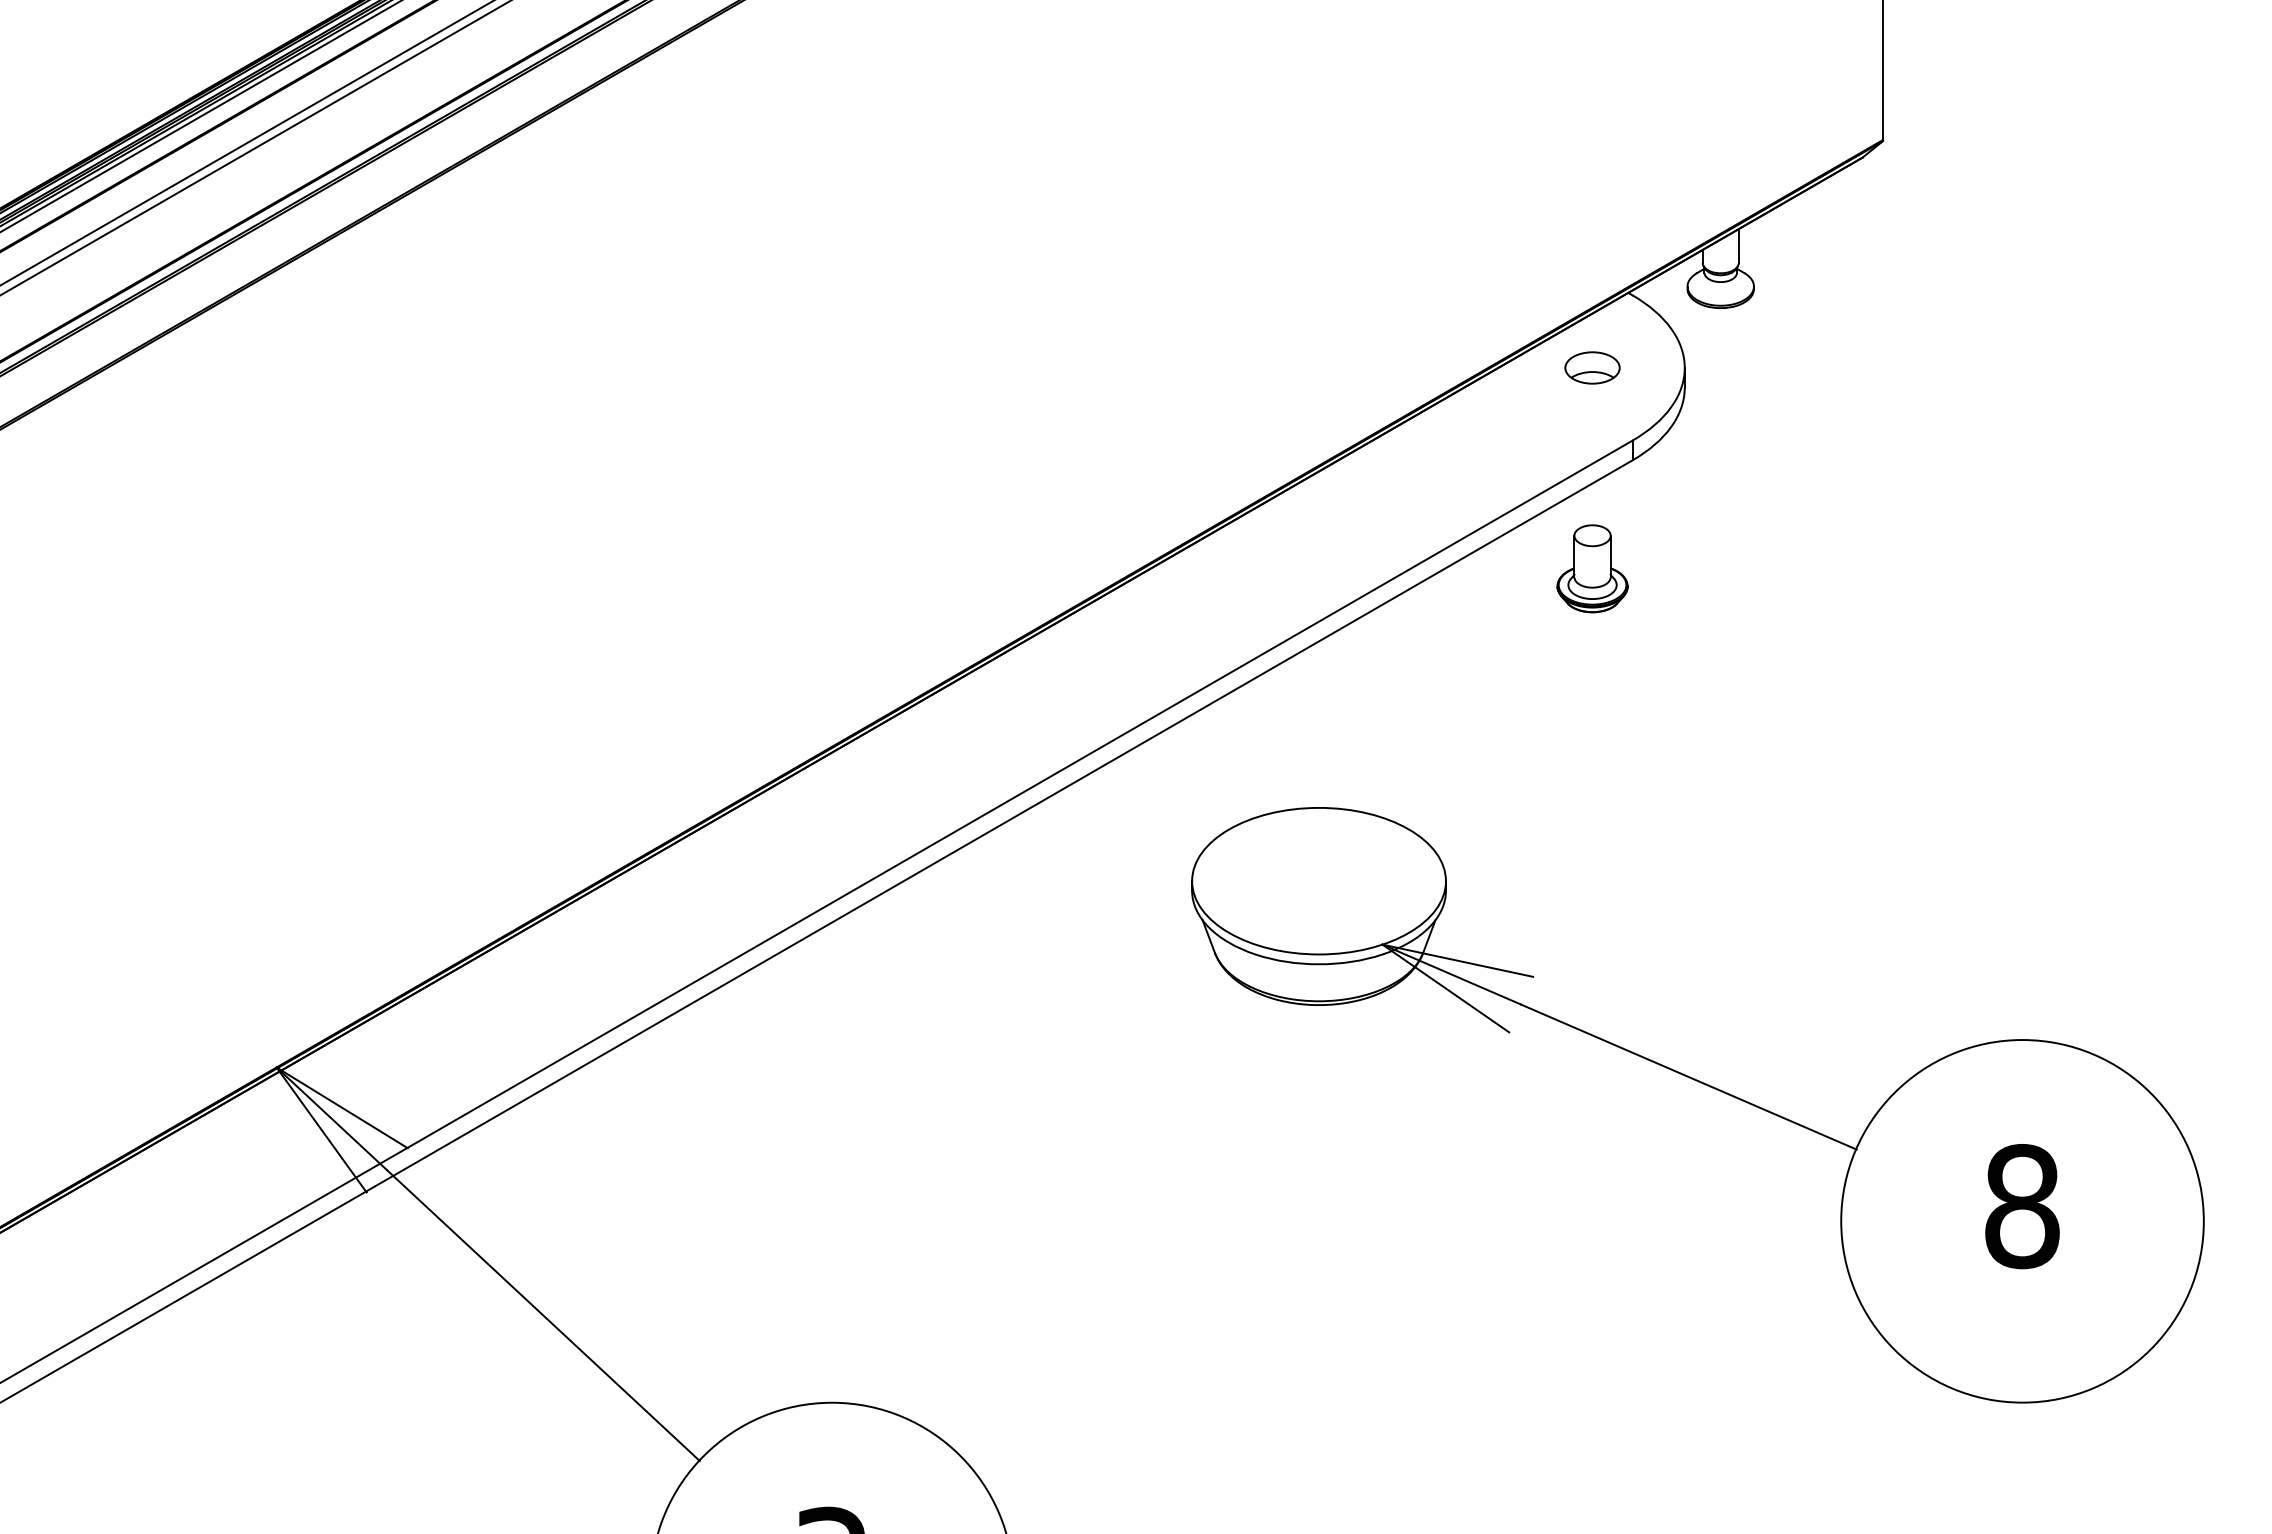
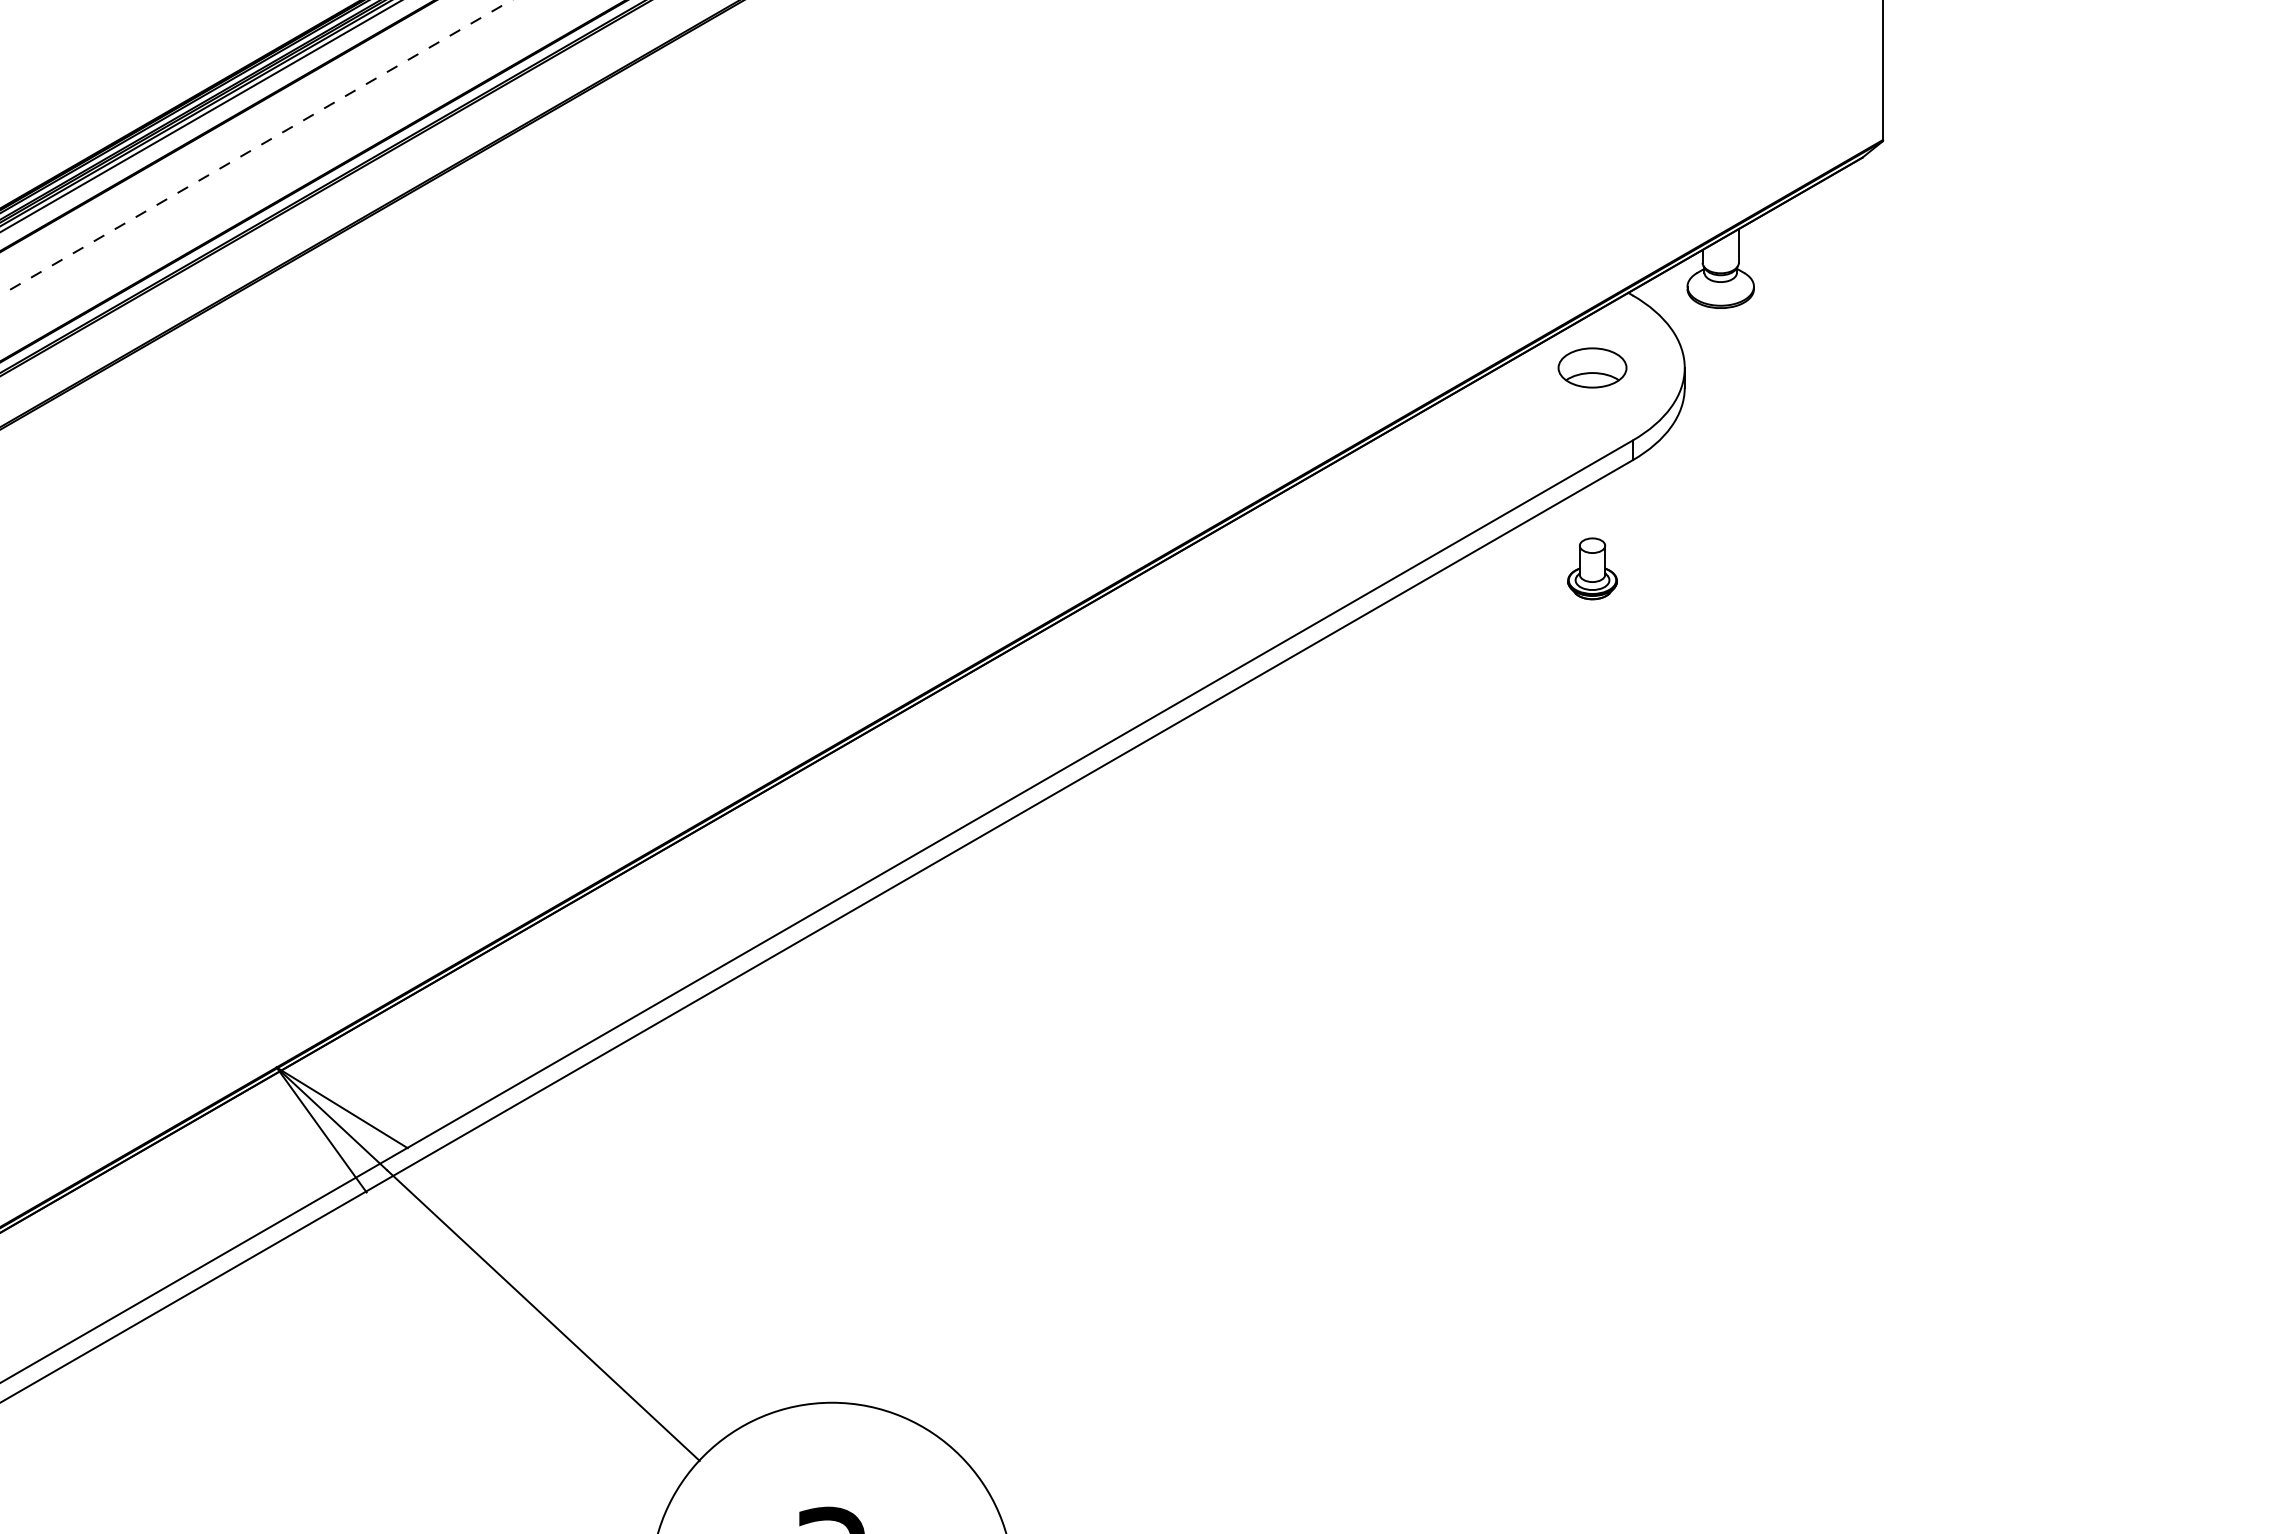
line at (246, 143): present -> none
line at (255, 148): solid -> dashed
part at (1592, 367) size: 57x34 px -> 71x42 px
part at (1592, 568) size: 73x90 px -> 51x64 px
part at (1707, 1086): present -> none
